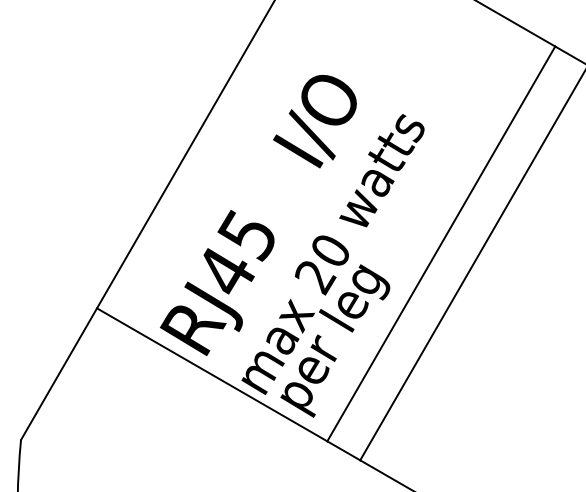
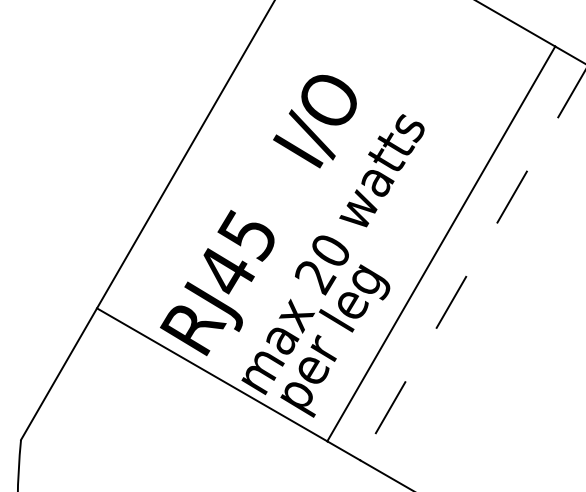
line at (472, 265): solid -> dashed
